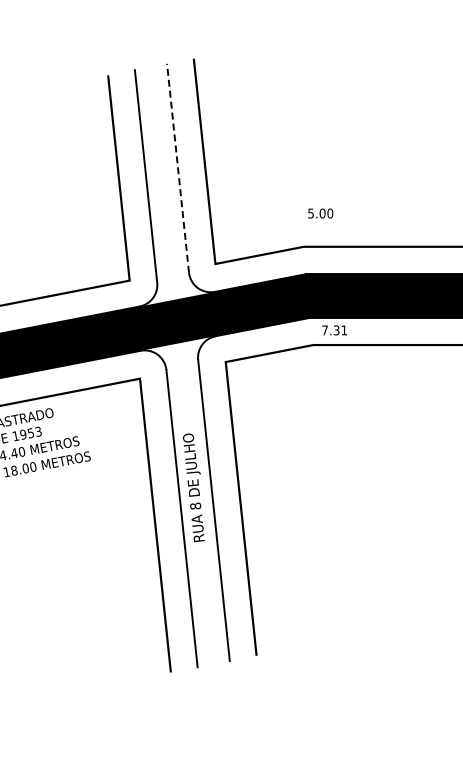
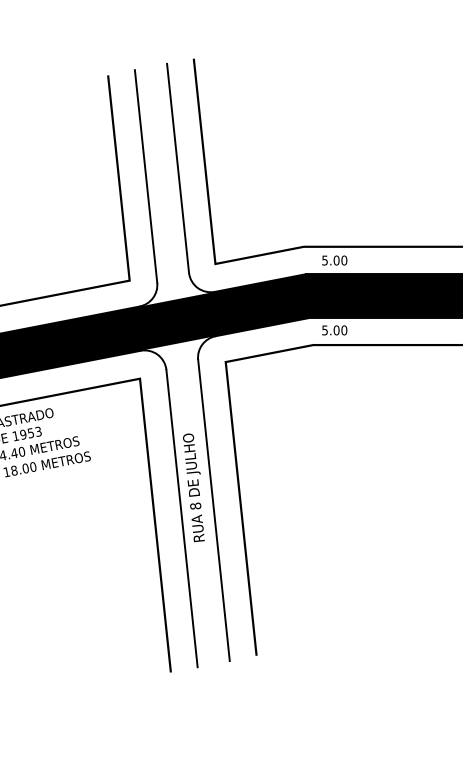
line at (178, 168): dashed -> solid
text at (320, 213) position: (320, 213) -> (334, 260)
text at (334, 330): 7.31 -> 5.00
